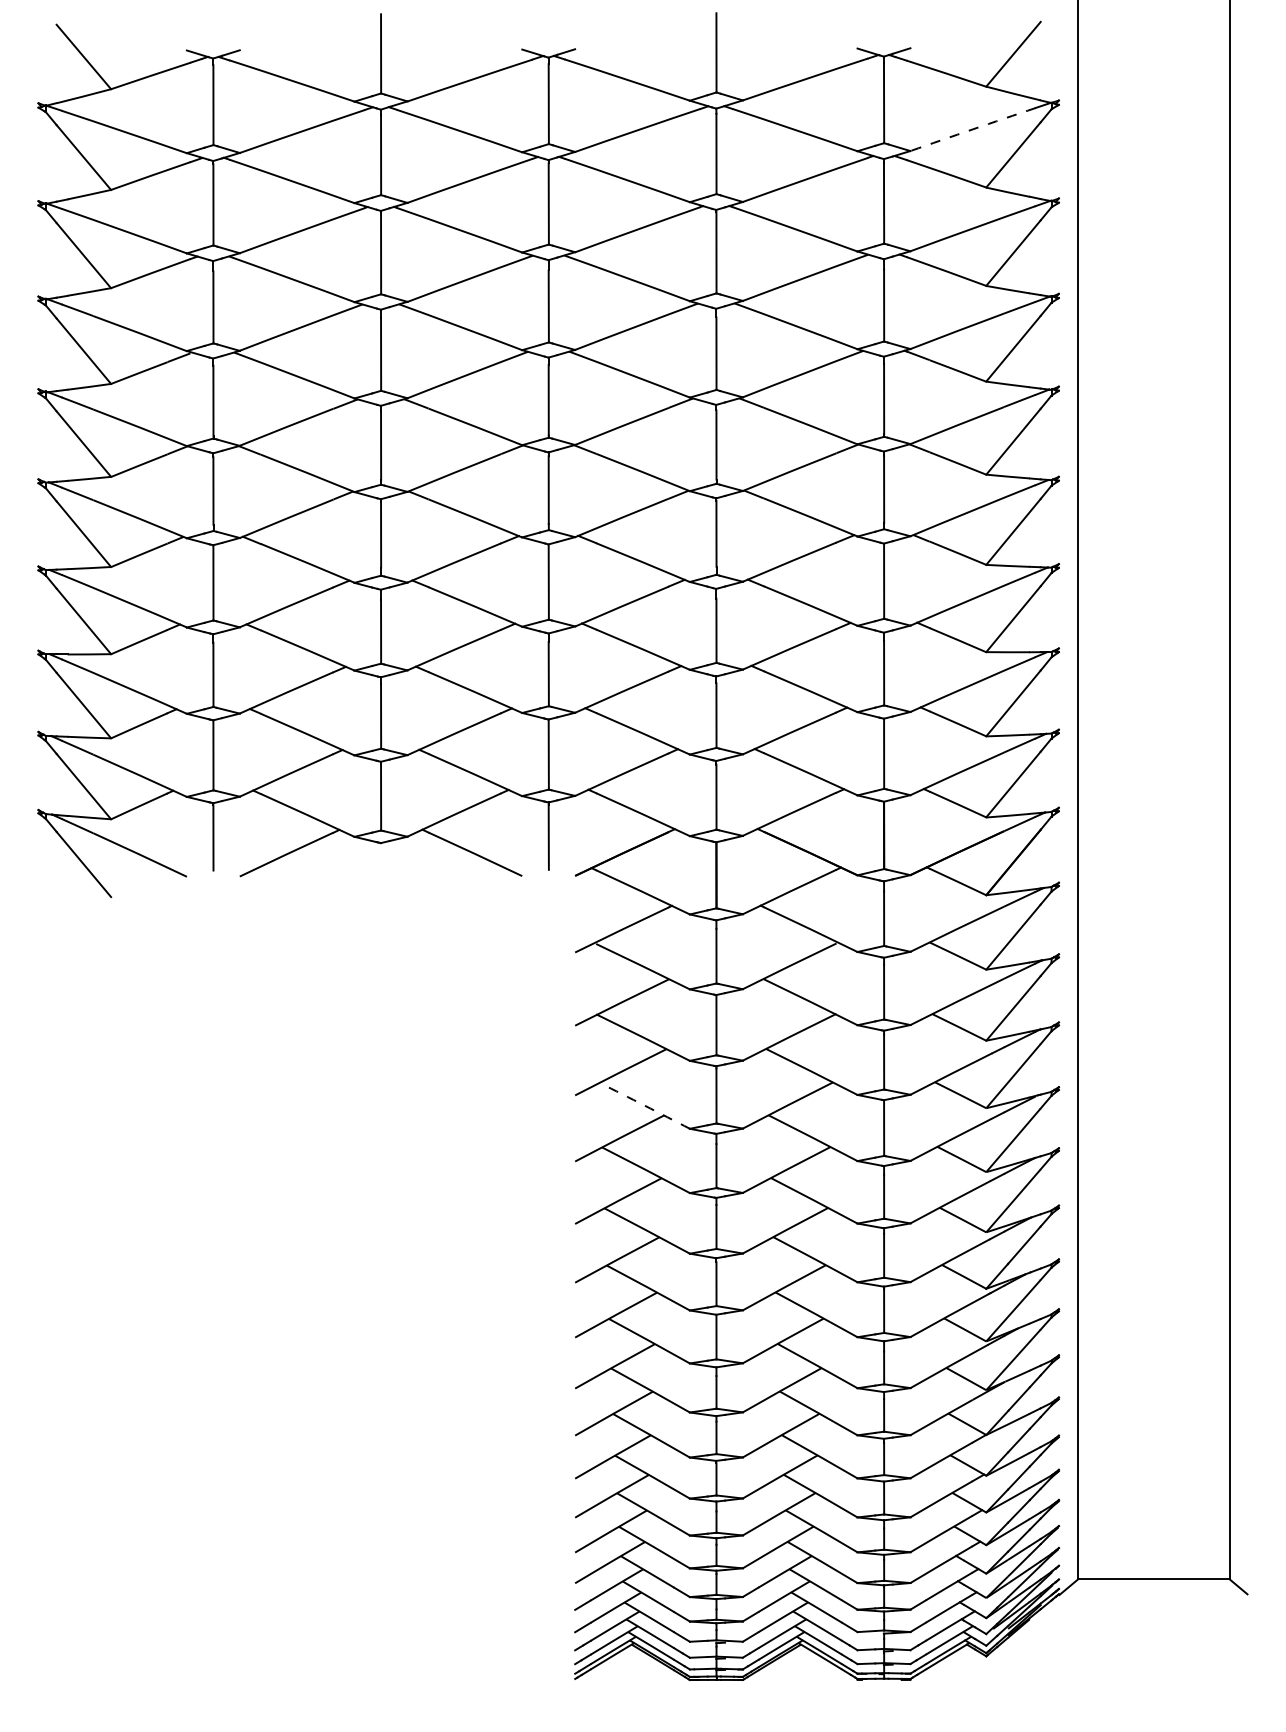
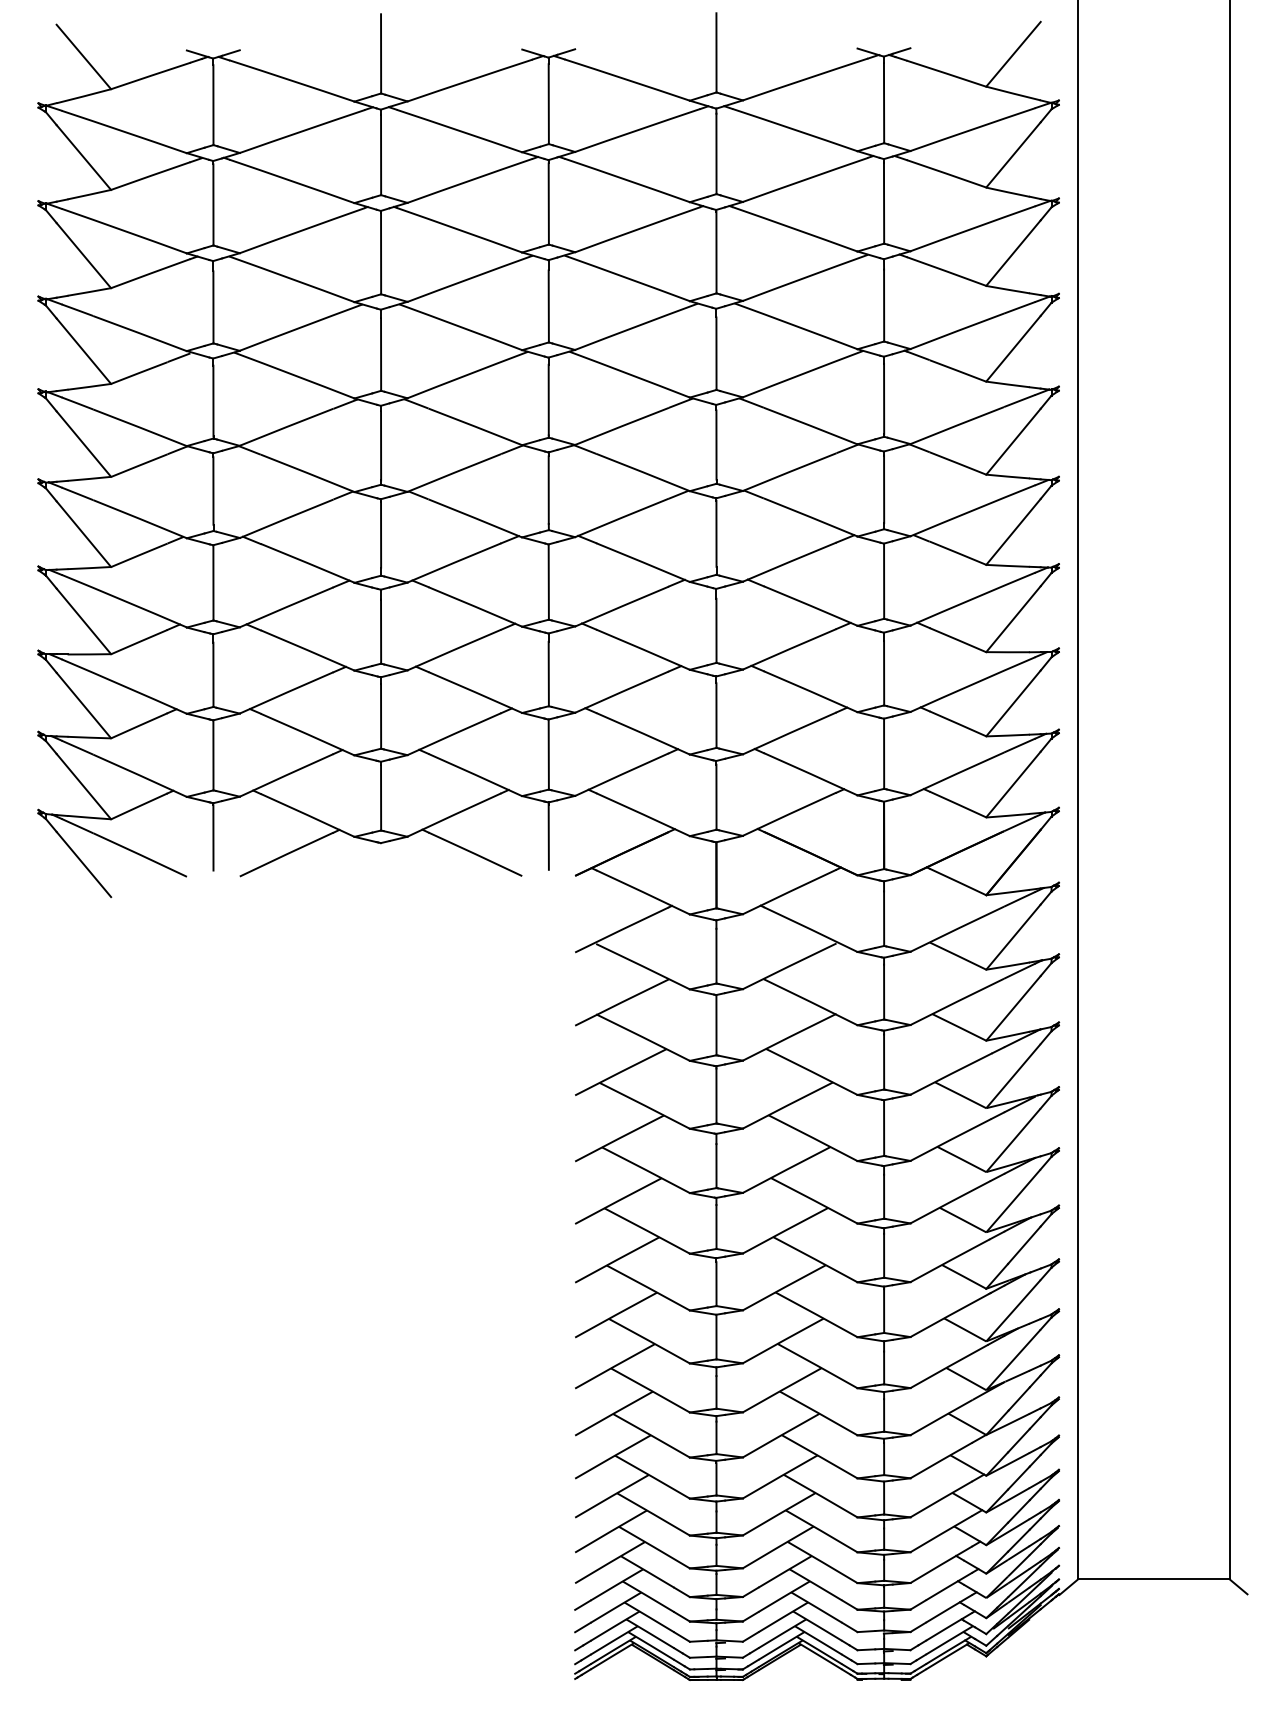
arc at (973, 129): dashed -> solid
arc at (644, 1105): dashed -> solid
